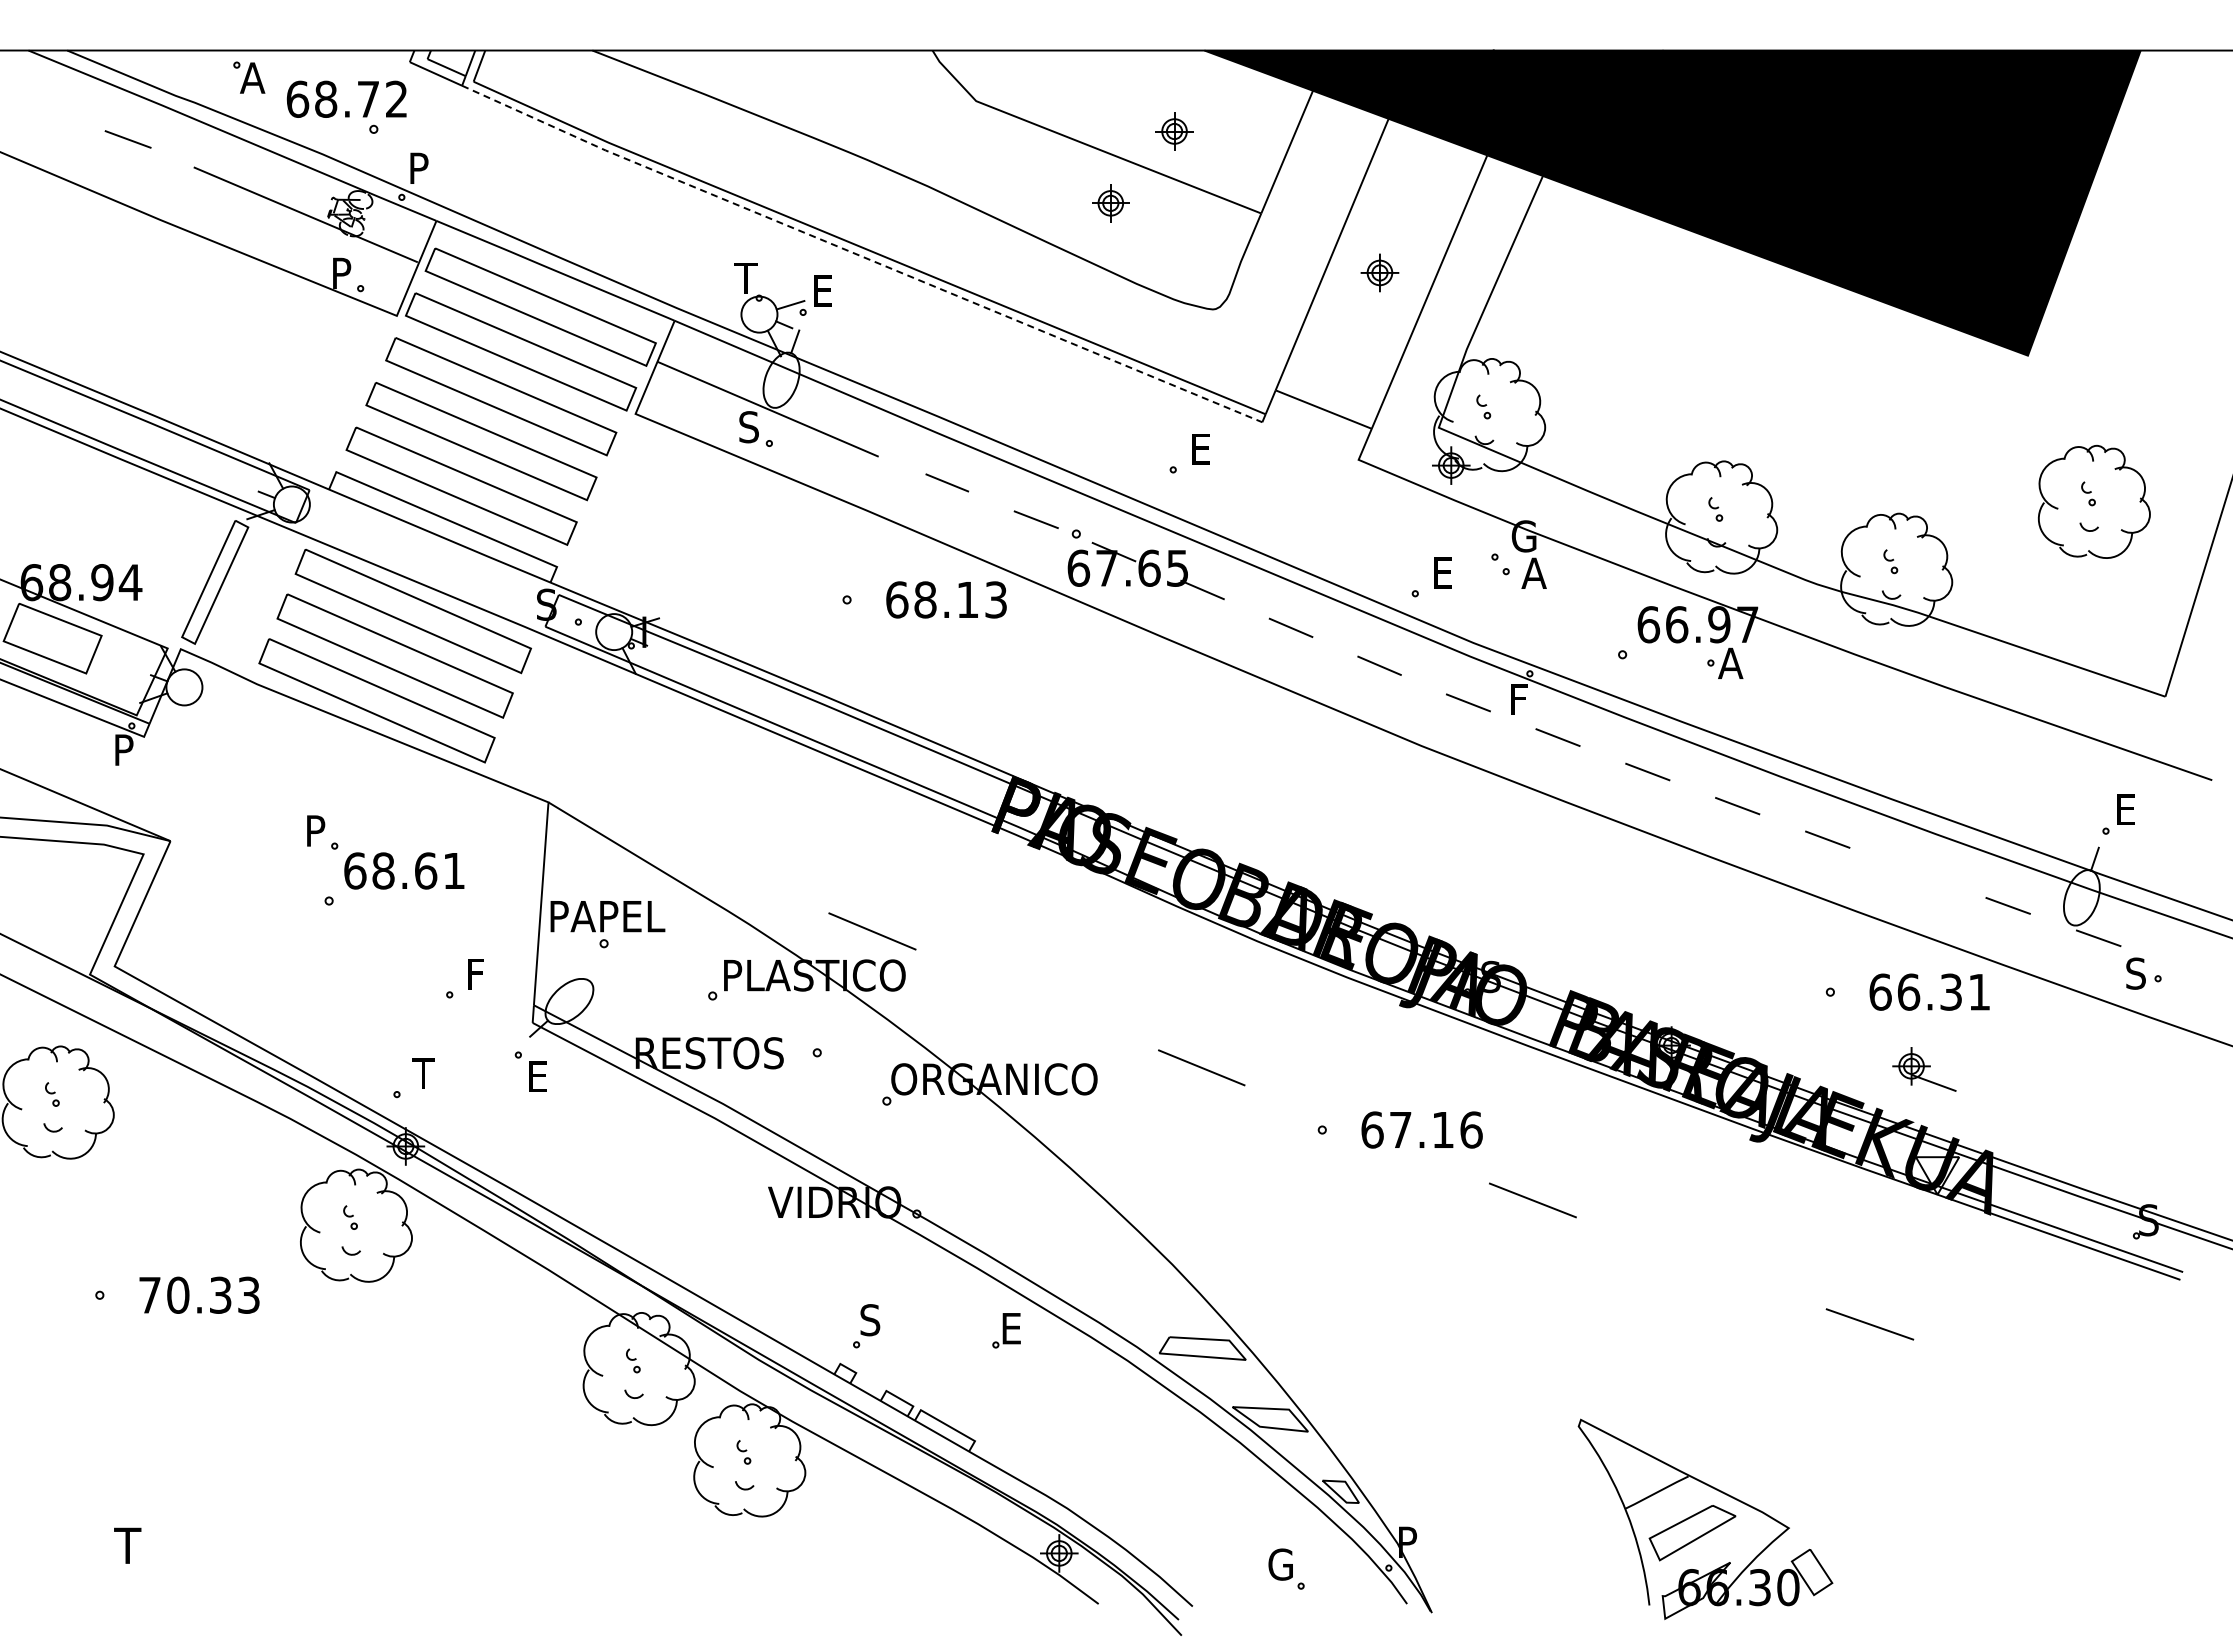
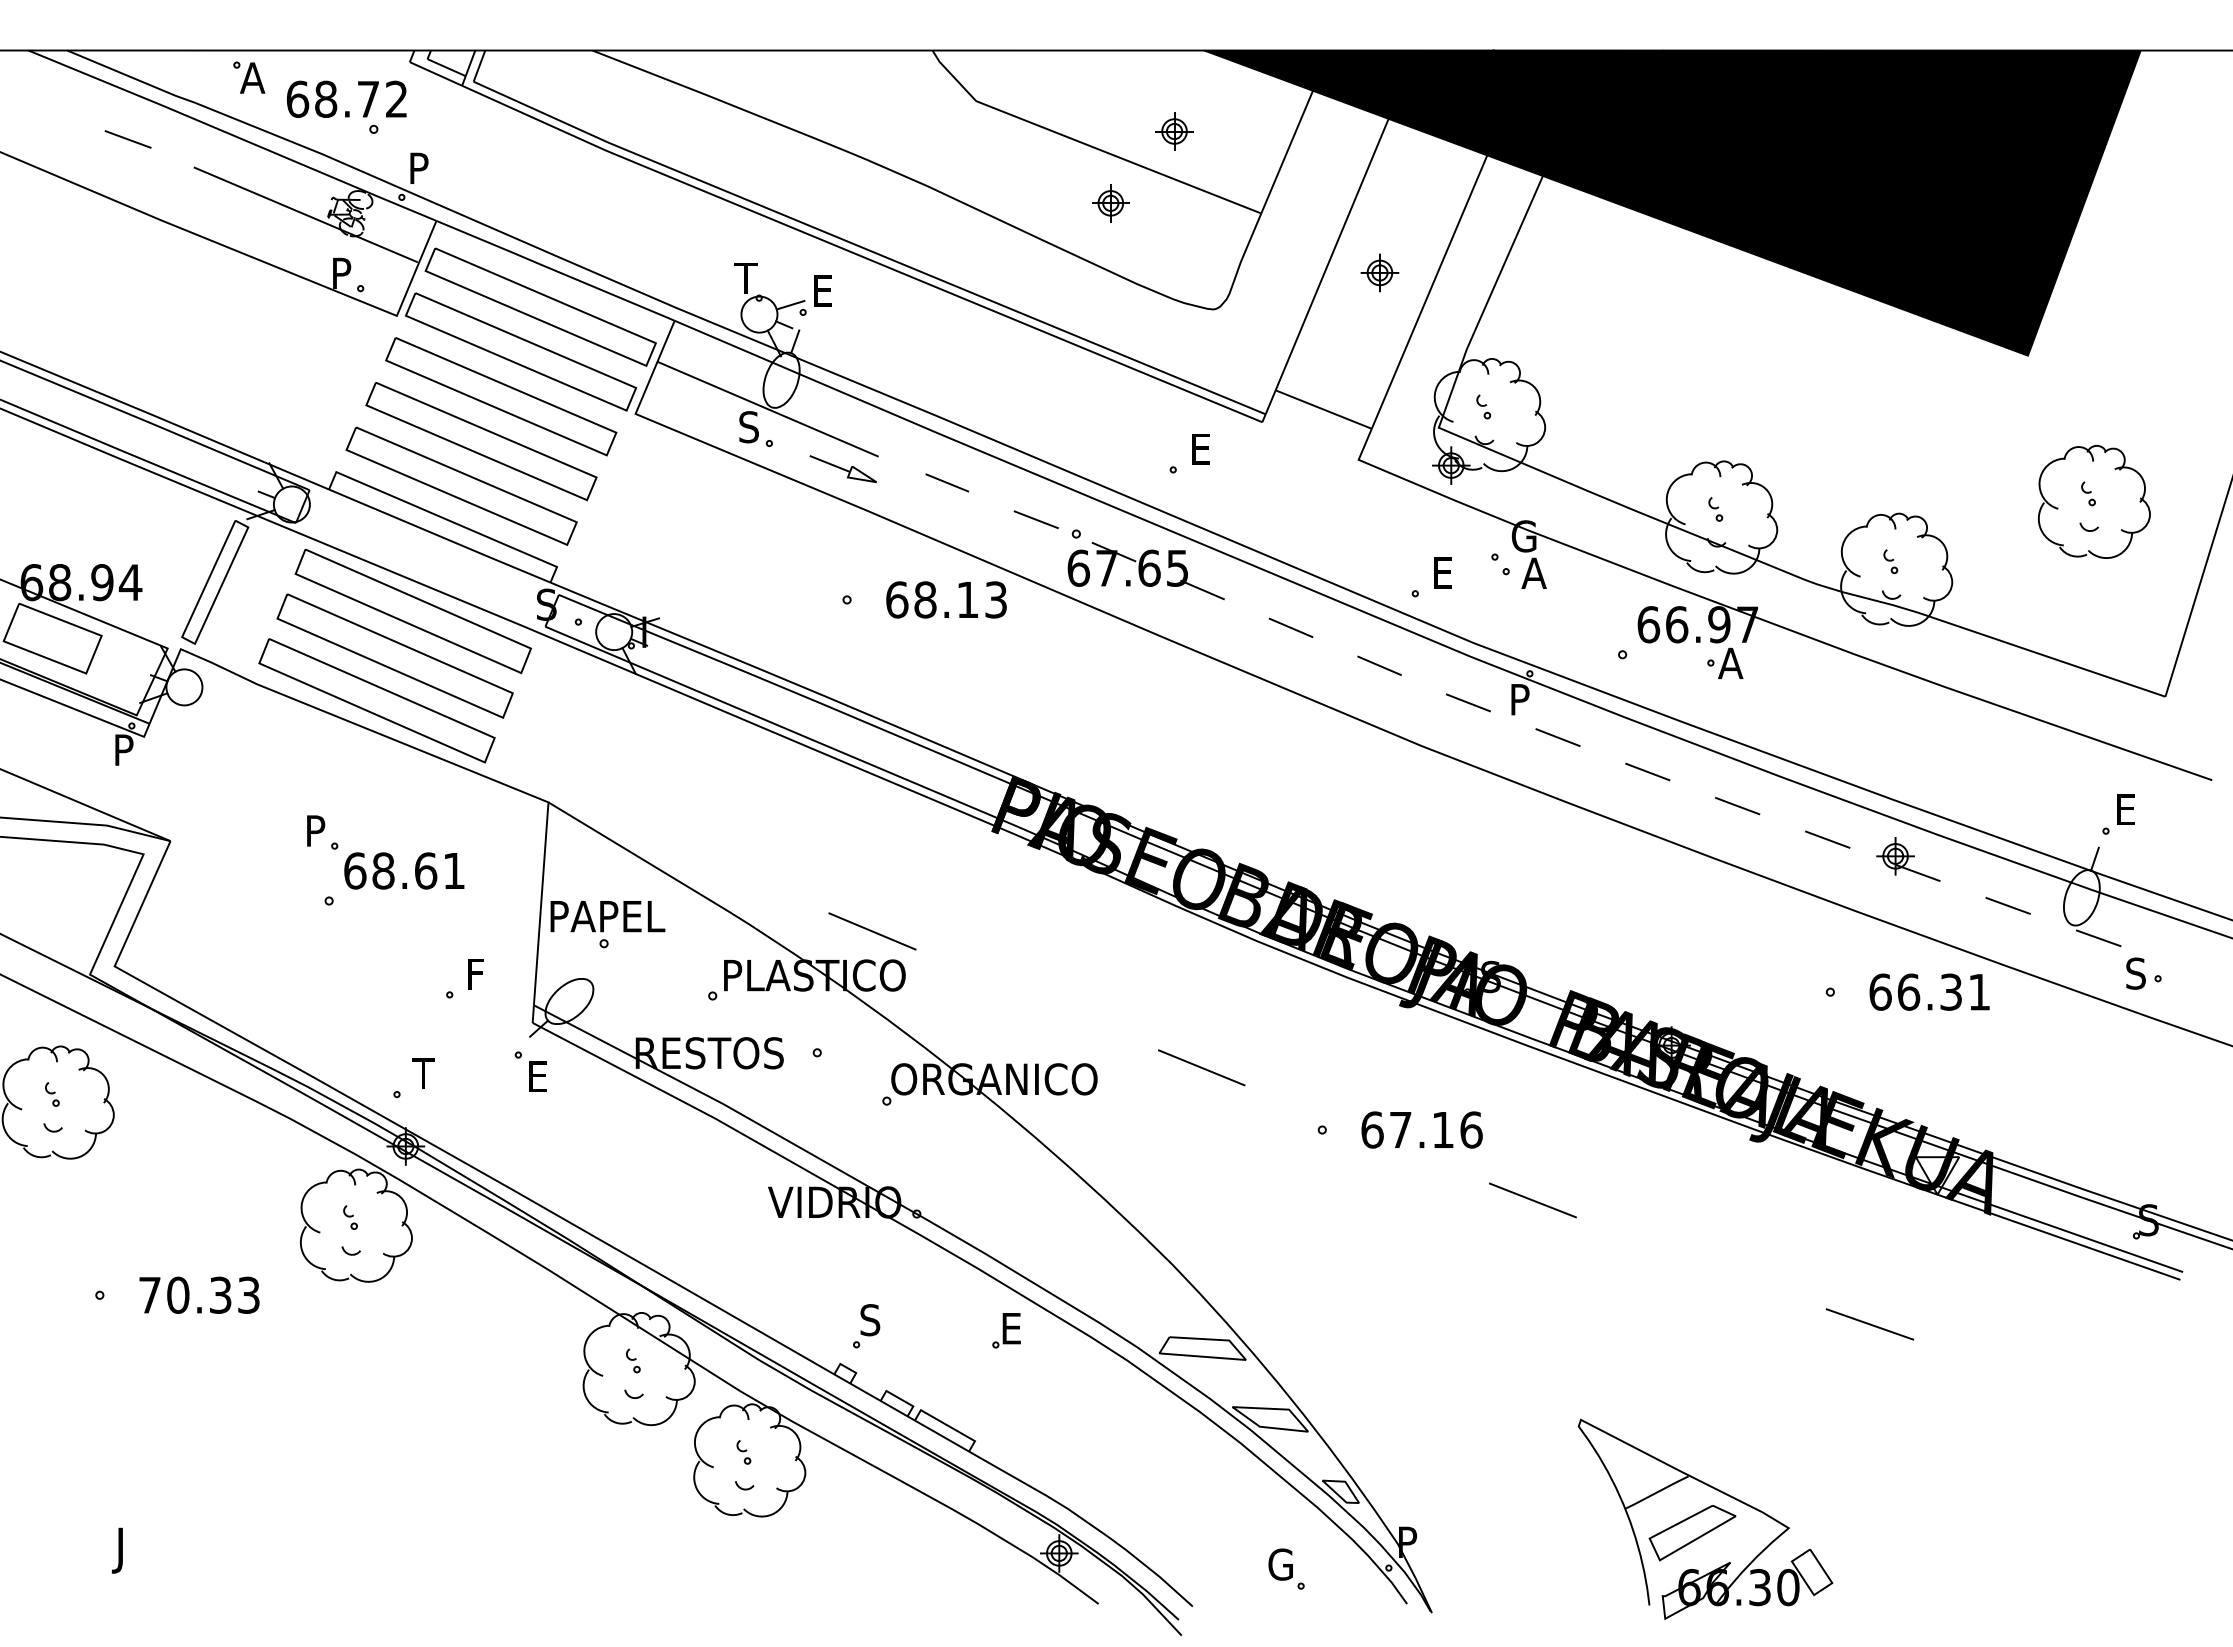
line at (860, 256): dashed -> solid
part at (842, 468): none -> present
text at (1520, 699): F -> P
part at (1924, 1069) position: (1924, 1069) -> (1908, 859)
text at (126, 1550): T -> J
